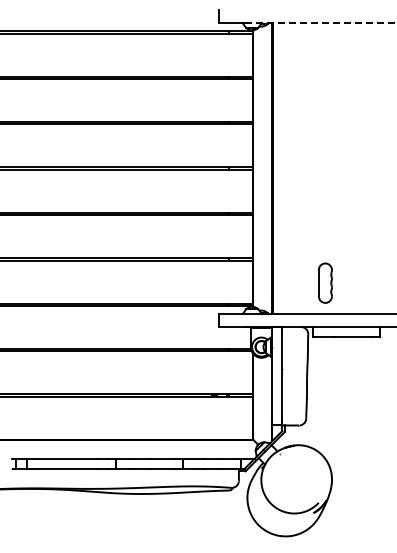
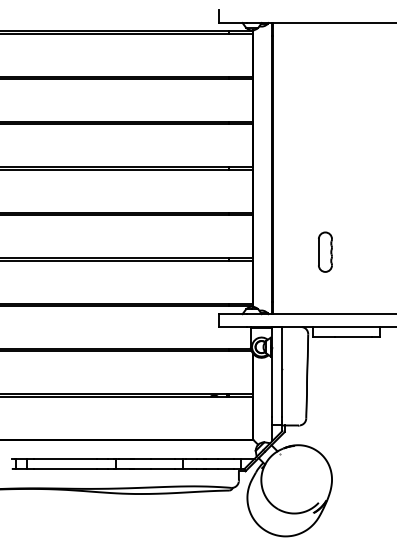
line at (321, 23): dashed -> solid
part at (325, 282) position: (325, 282) -> (325, 251)
